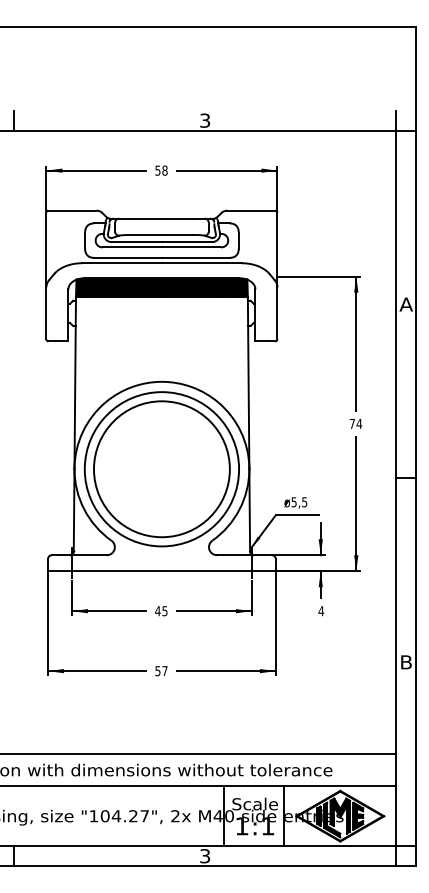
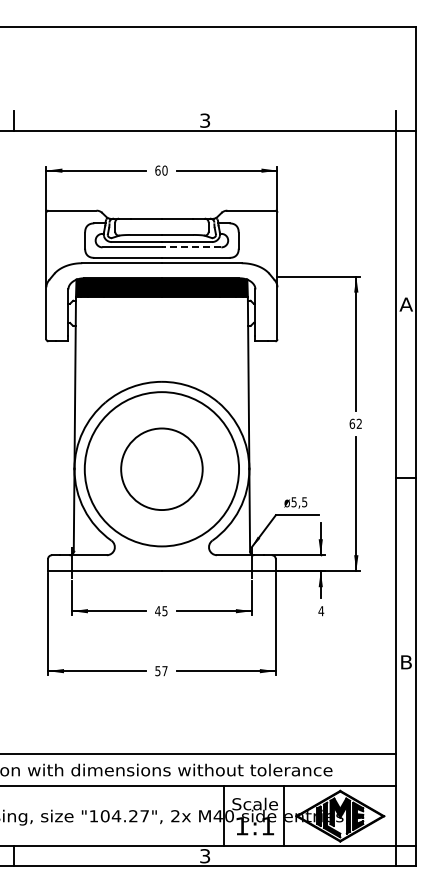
text at (161, 170): 58 -> 60
line at (191, 247): solid -> dashed
text at (355, 423): 74 -> 62
circle at (161, 469) diameter: 136 px -> 82 px
